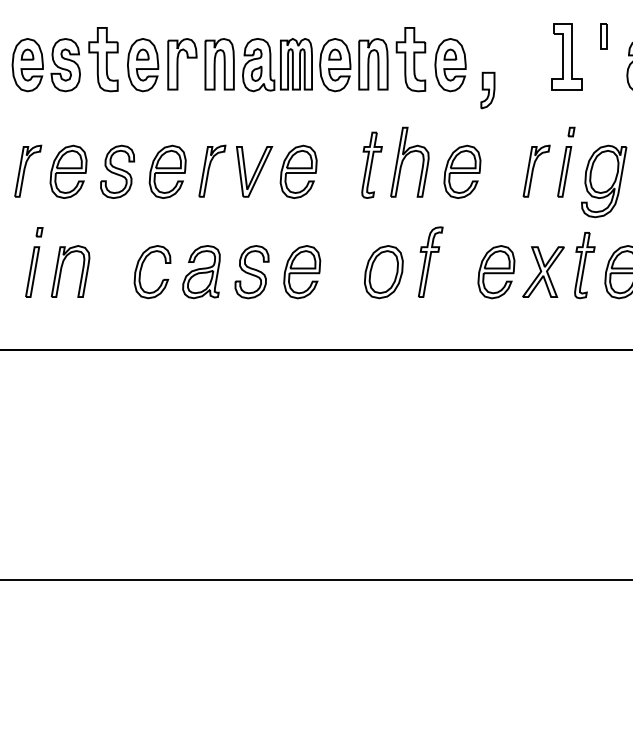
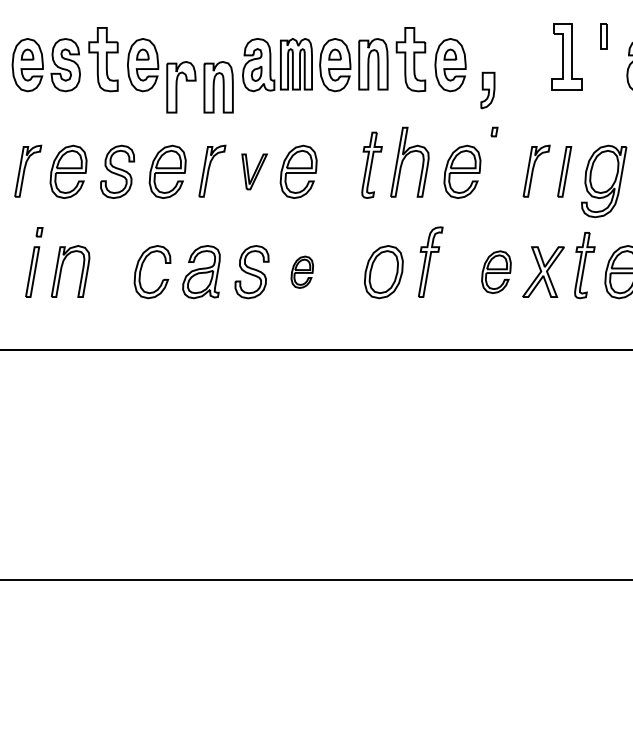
part at (200, 64) position: (200, 64) -> (199, 87)
part at (571, 131) position: (571, 131) -> (494, 131)
part at (254, 171) size: 38x52 px -> 28x38 px
part at (302, 272) size: 39x55 px -> 24x34 px
part at (496, 272) size: 39x55 px -> 31x44 px
